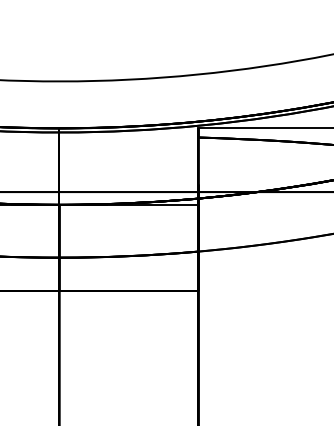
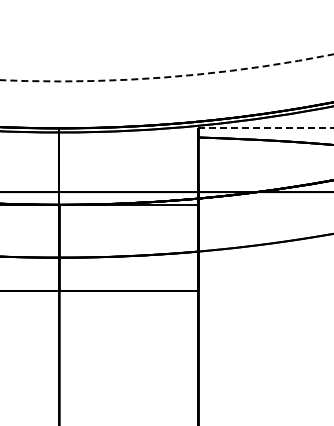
arc at (168, 77): solid -> dashed
line at (266, 128): solid -> dashed
